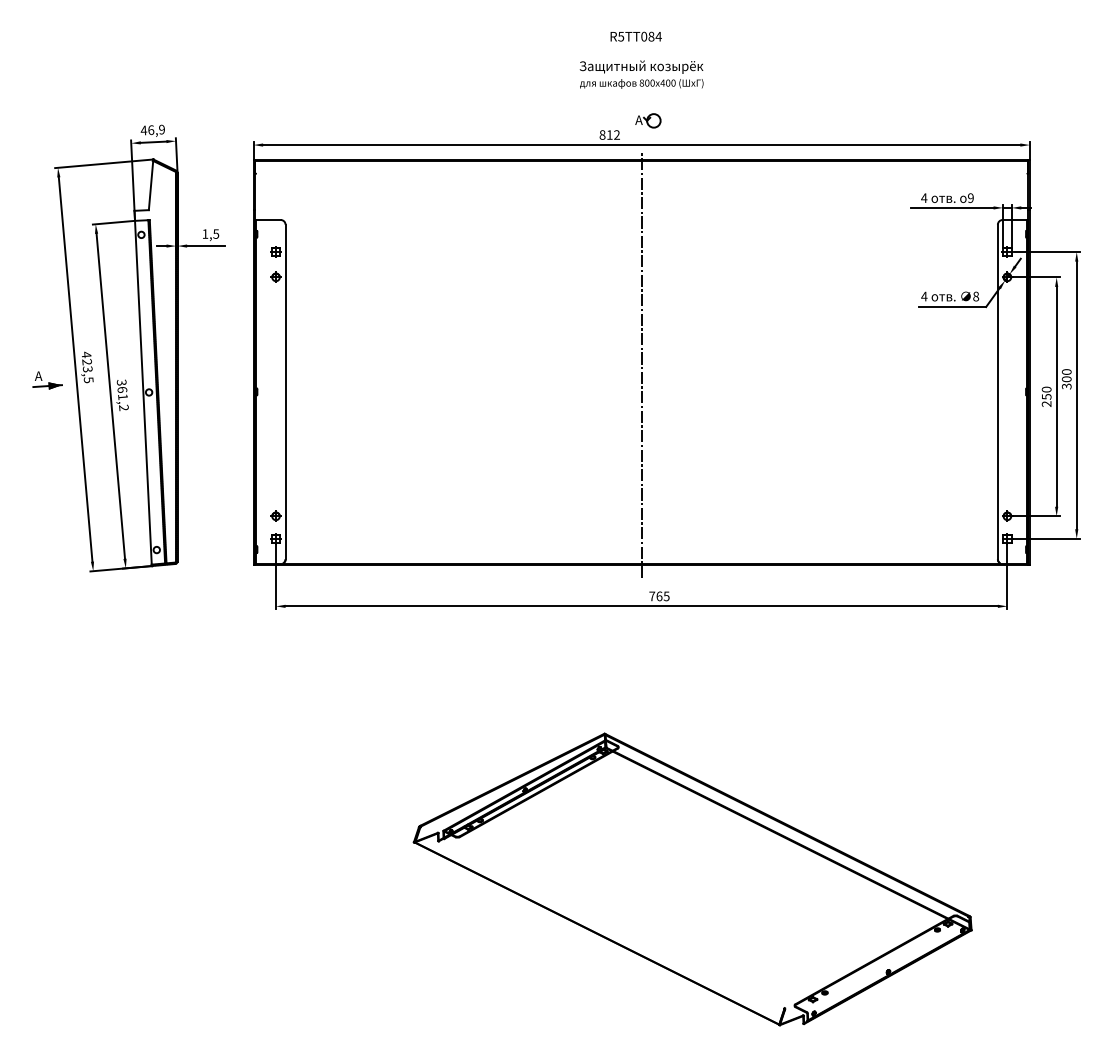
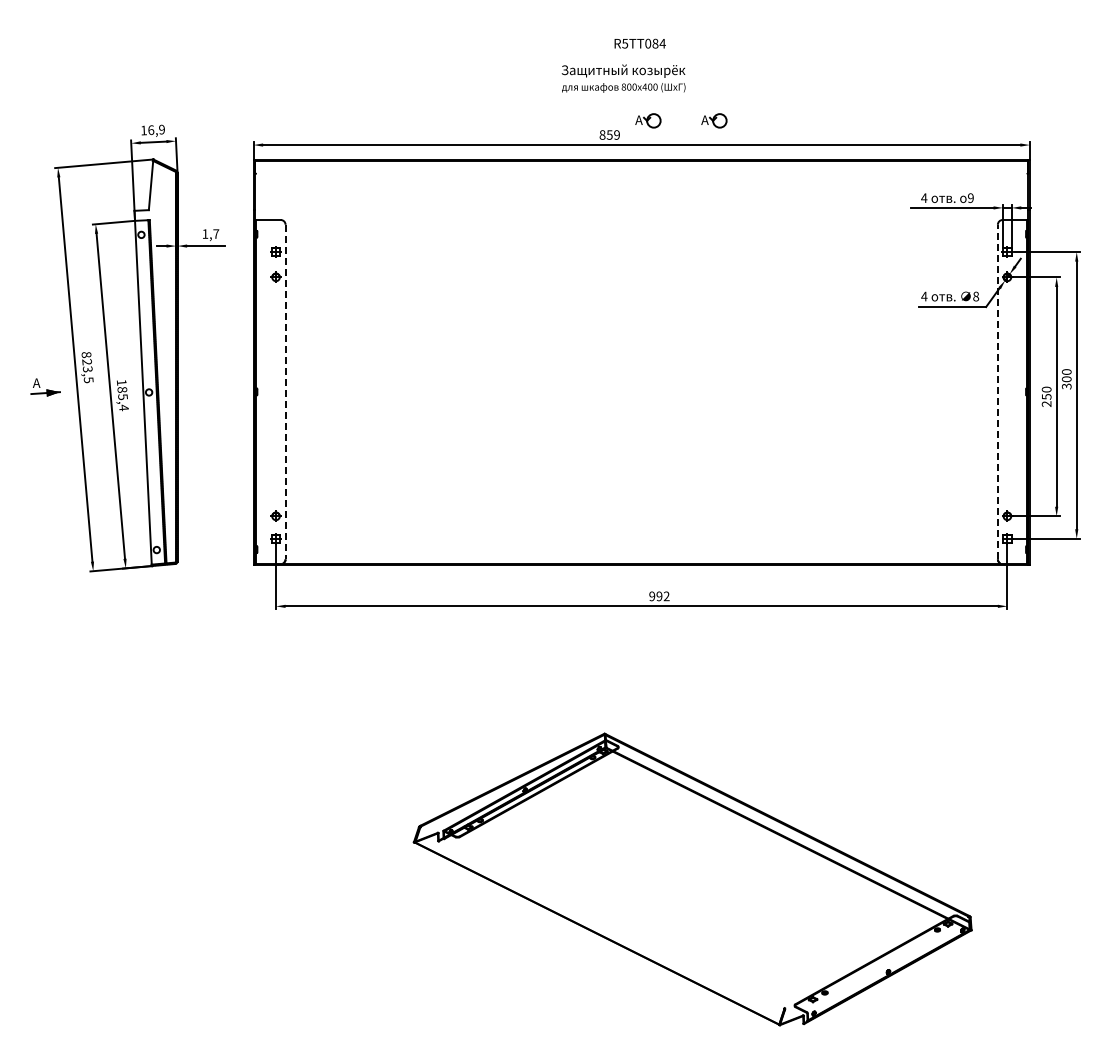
text at (635, 36) position: (635, 36) -> (639, 43)
text at (641, 74) position: (641, 74) -> (623, 78)
part at (714, 120): none -> present
text at (143, 130): 46,9 -> 16,9
text at (612, 134): 812 -> 859
text at (216, 233): 1,5 -> 1,7
text at (86, 354): 423,5 -> 823,5
line at (641, 364): present -> none
part at (47, 380) position: (47, 380) -> (45, 387)
line at (997, 391): solid -> dashed
line at (285, 392): solid -> dashed
text at (122, 395): 361,2 -> 185,4
text at (659, 596): 765 -> 992
